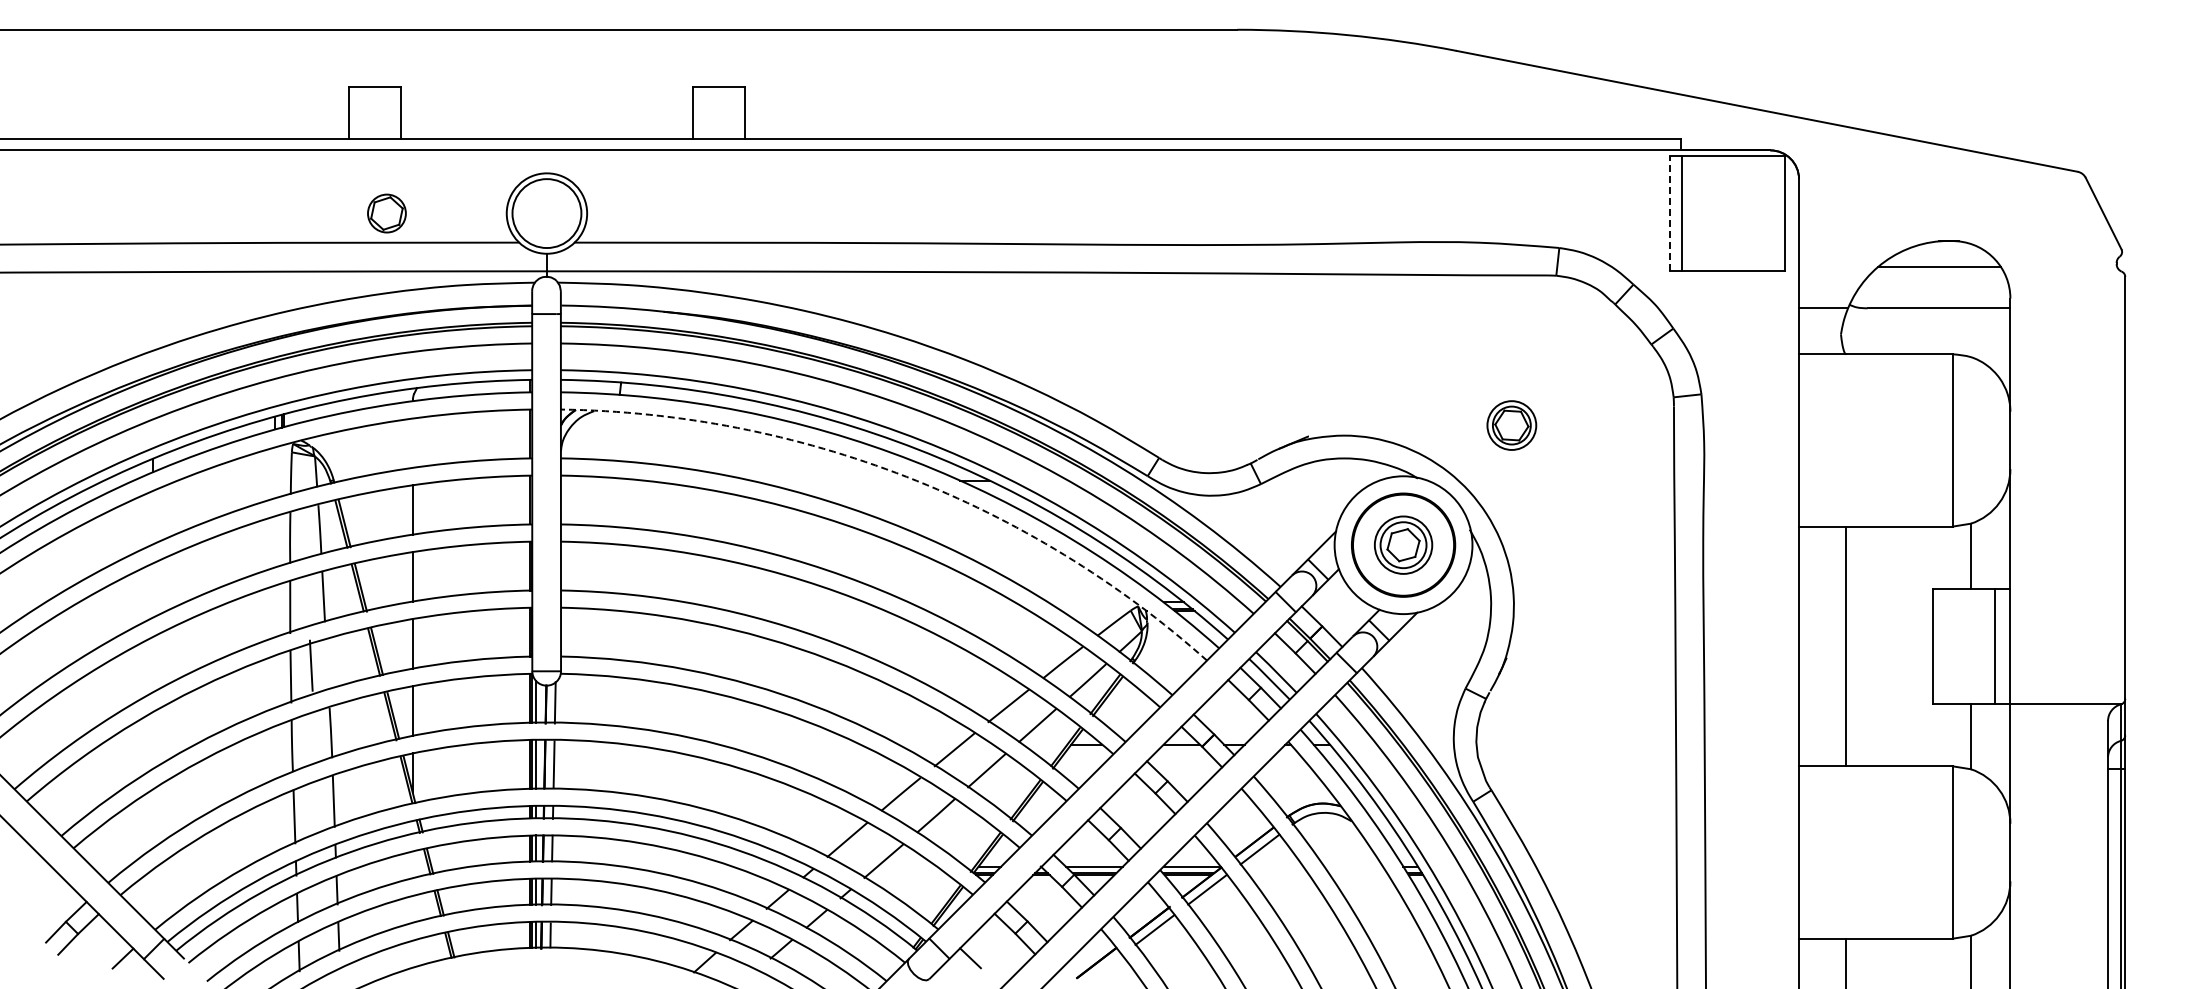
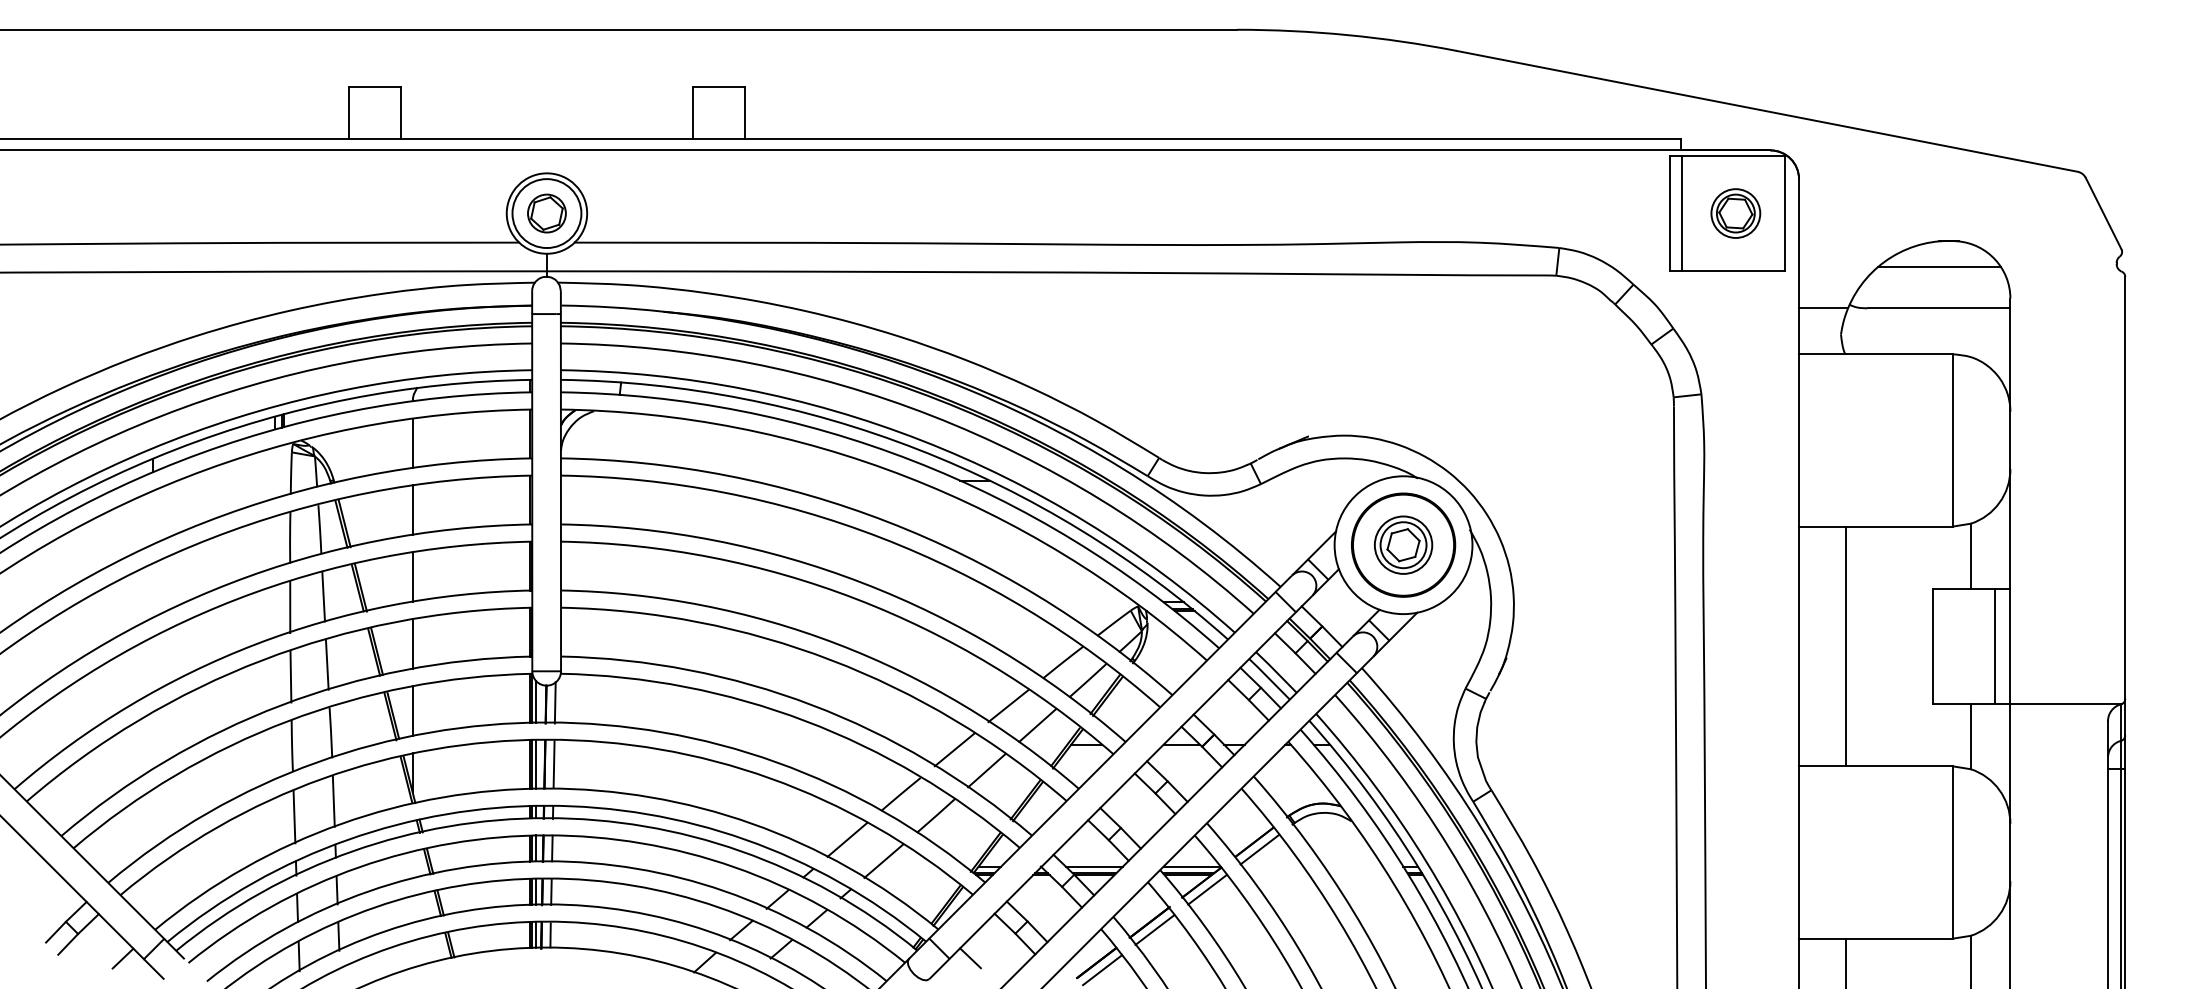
part at (386, 213) position: (386, 213) -> (546, 213)
line at (1669, 213): dashed -> solid
part at (1511, 425) position: (1511, 425) -> (1735, 213)
line at (412, 442): none -> present
arc at (906, 476): dashed -> solid
line at (310, 665) position: (310, 665) -> (326, 664)
line at (1102, 970): none -> present
